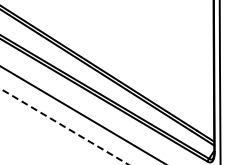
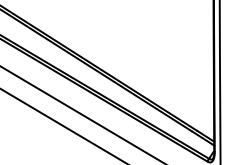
line at (65, 127): dashed -> solid
